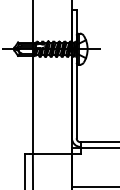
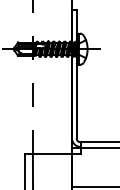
line at (32, 76): solid -> dashed
